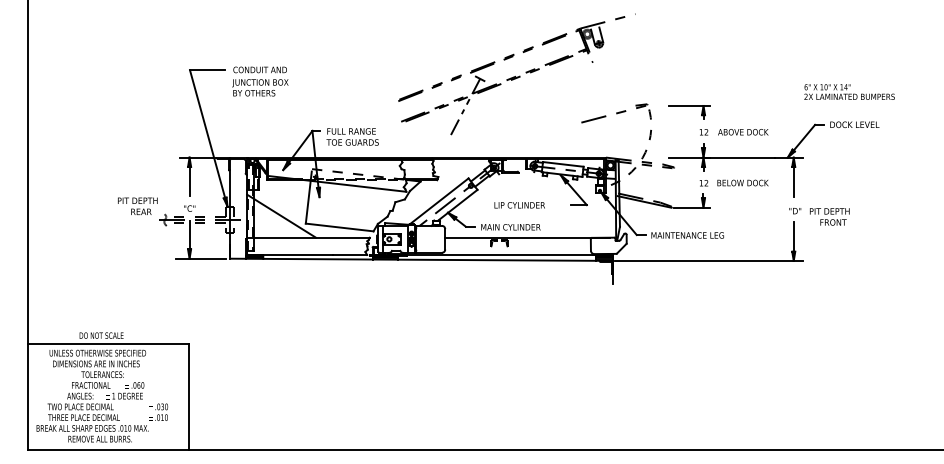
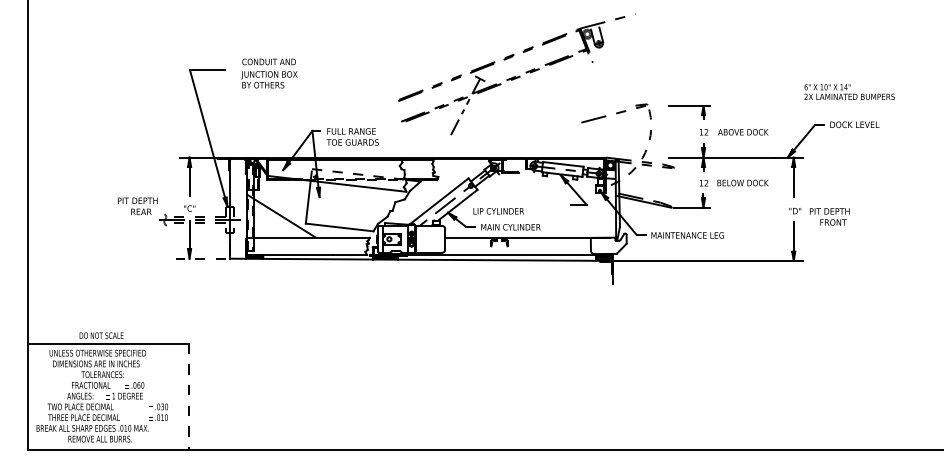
text at (260, 81) position: (260, 81) -> (269, 73)
text at (519, 205) position: (519, 205) -> (498, 211)
line at (201, 258): solid -> dashed
line at (188, 396): solid -> dashed
